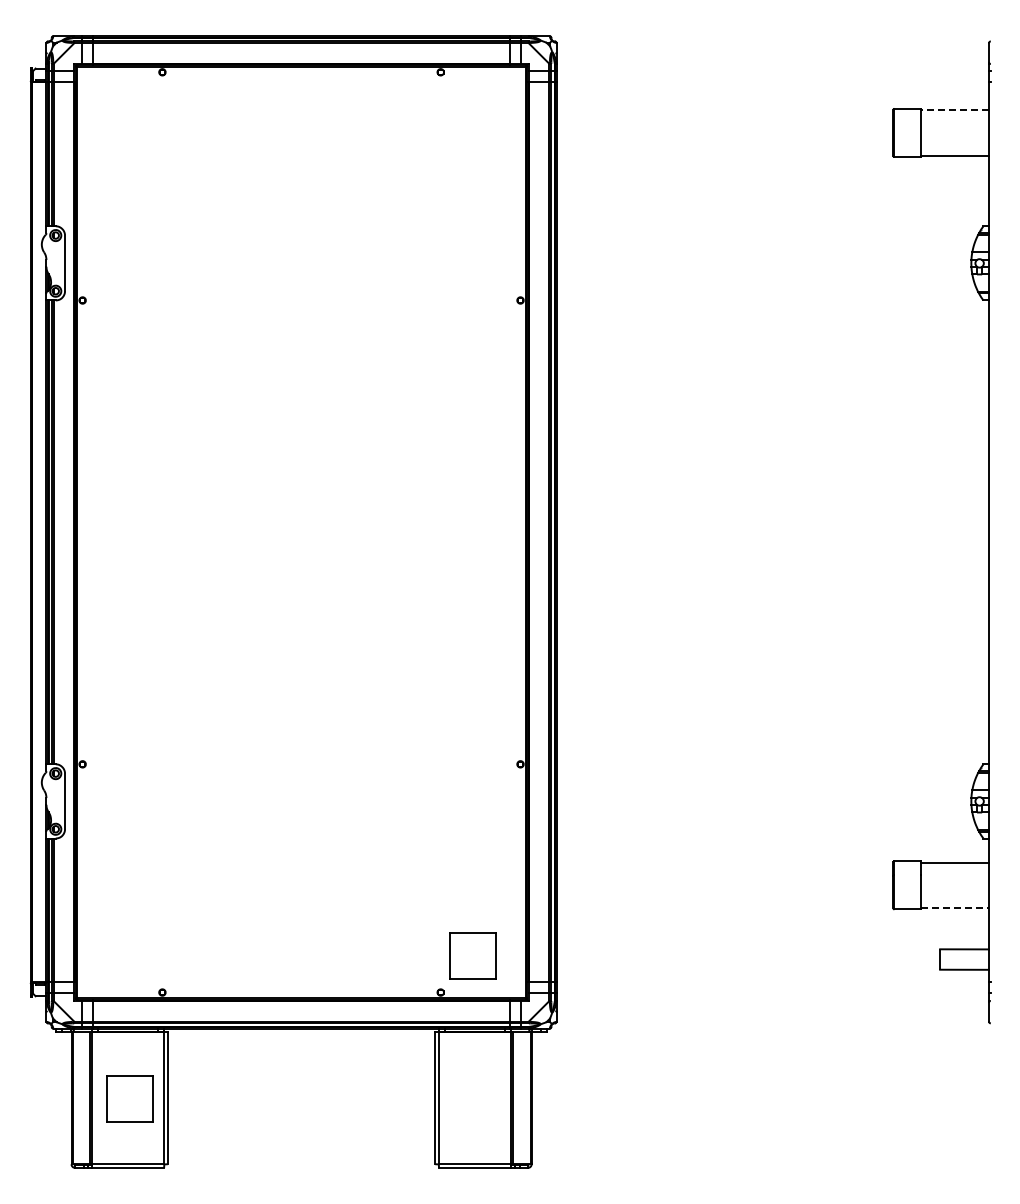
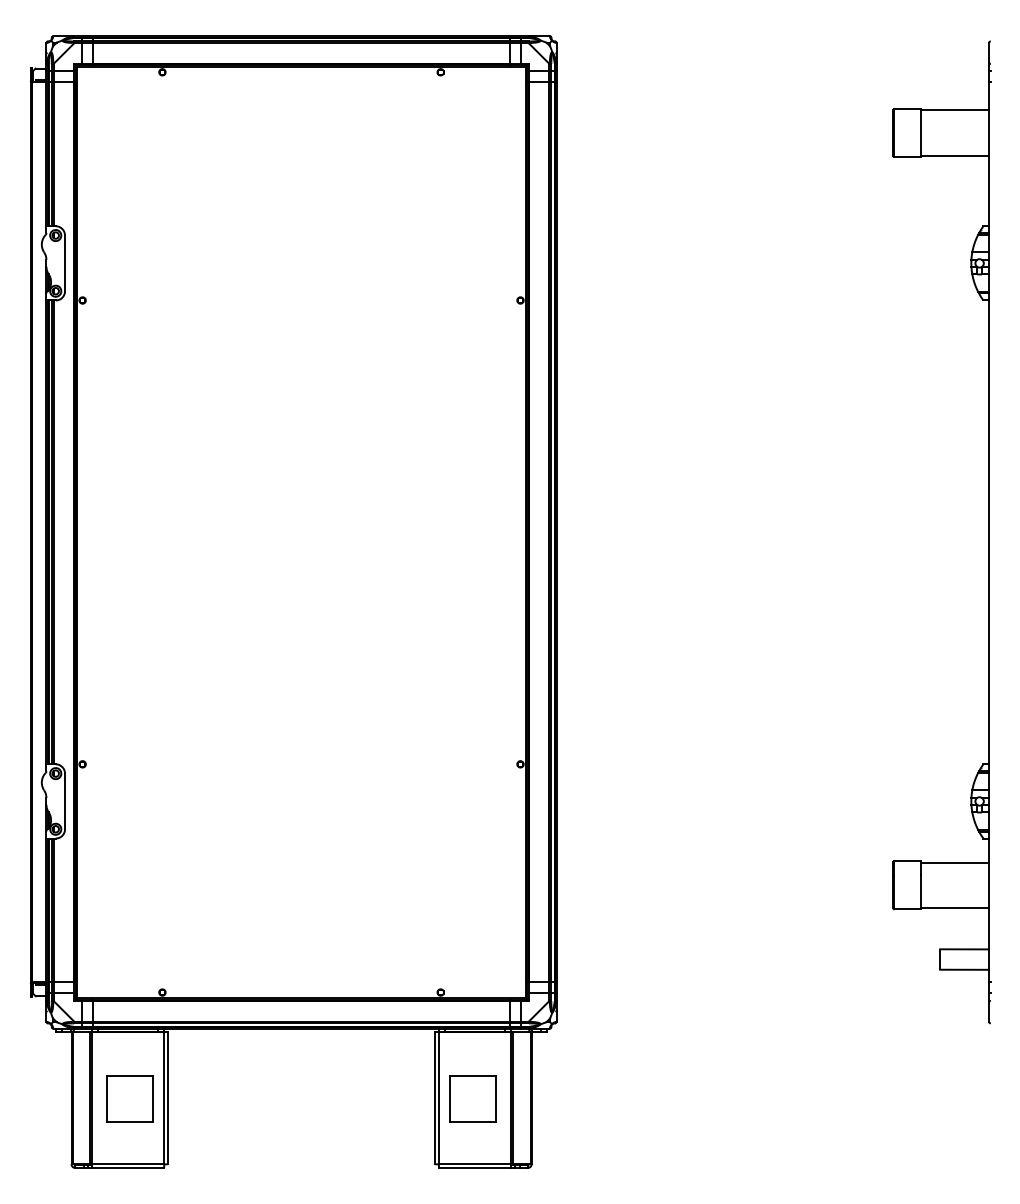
line at (955, 110): dashed -> solid
line at (955, 908): dashed -> solid
part at (472, 955) position: (472, 955) -> (472, 1098)
